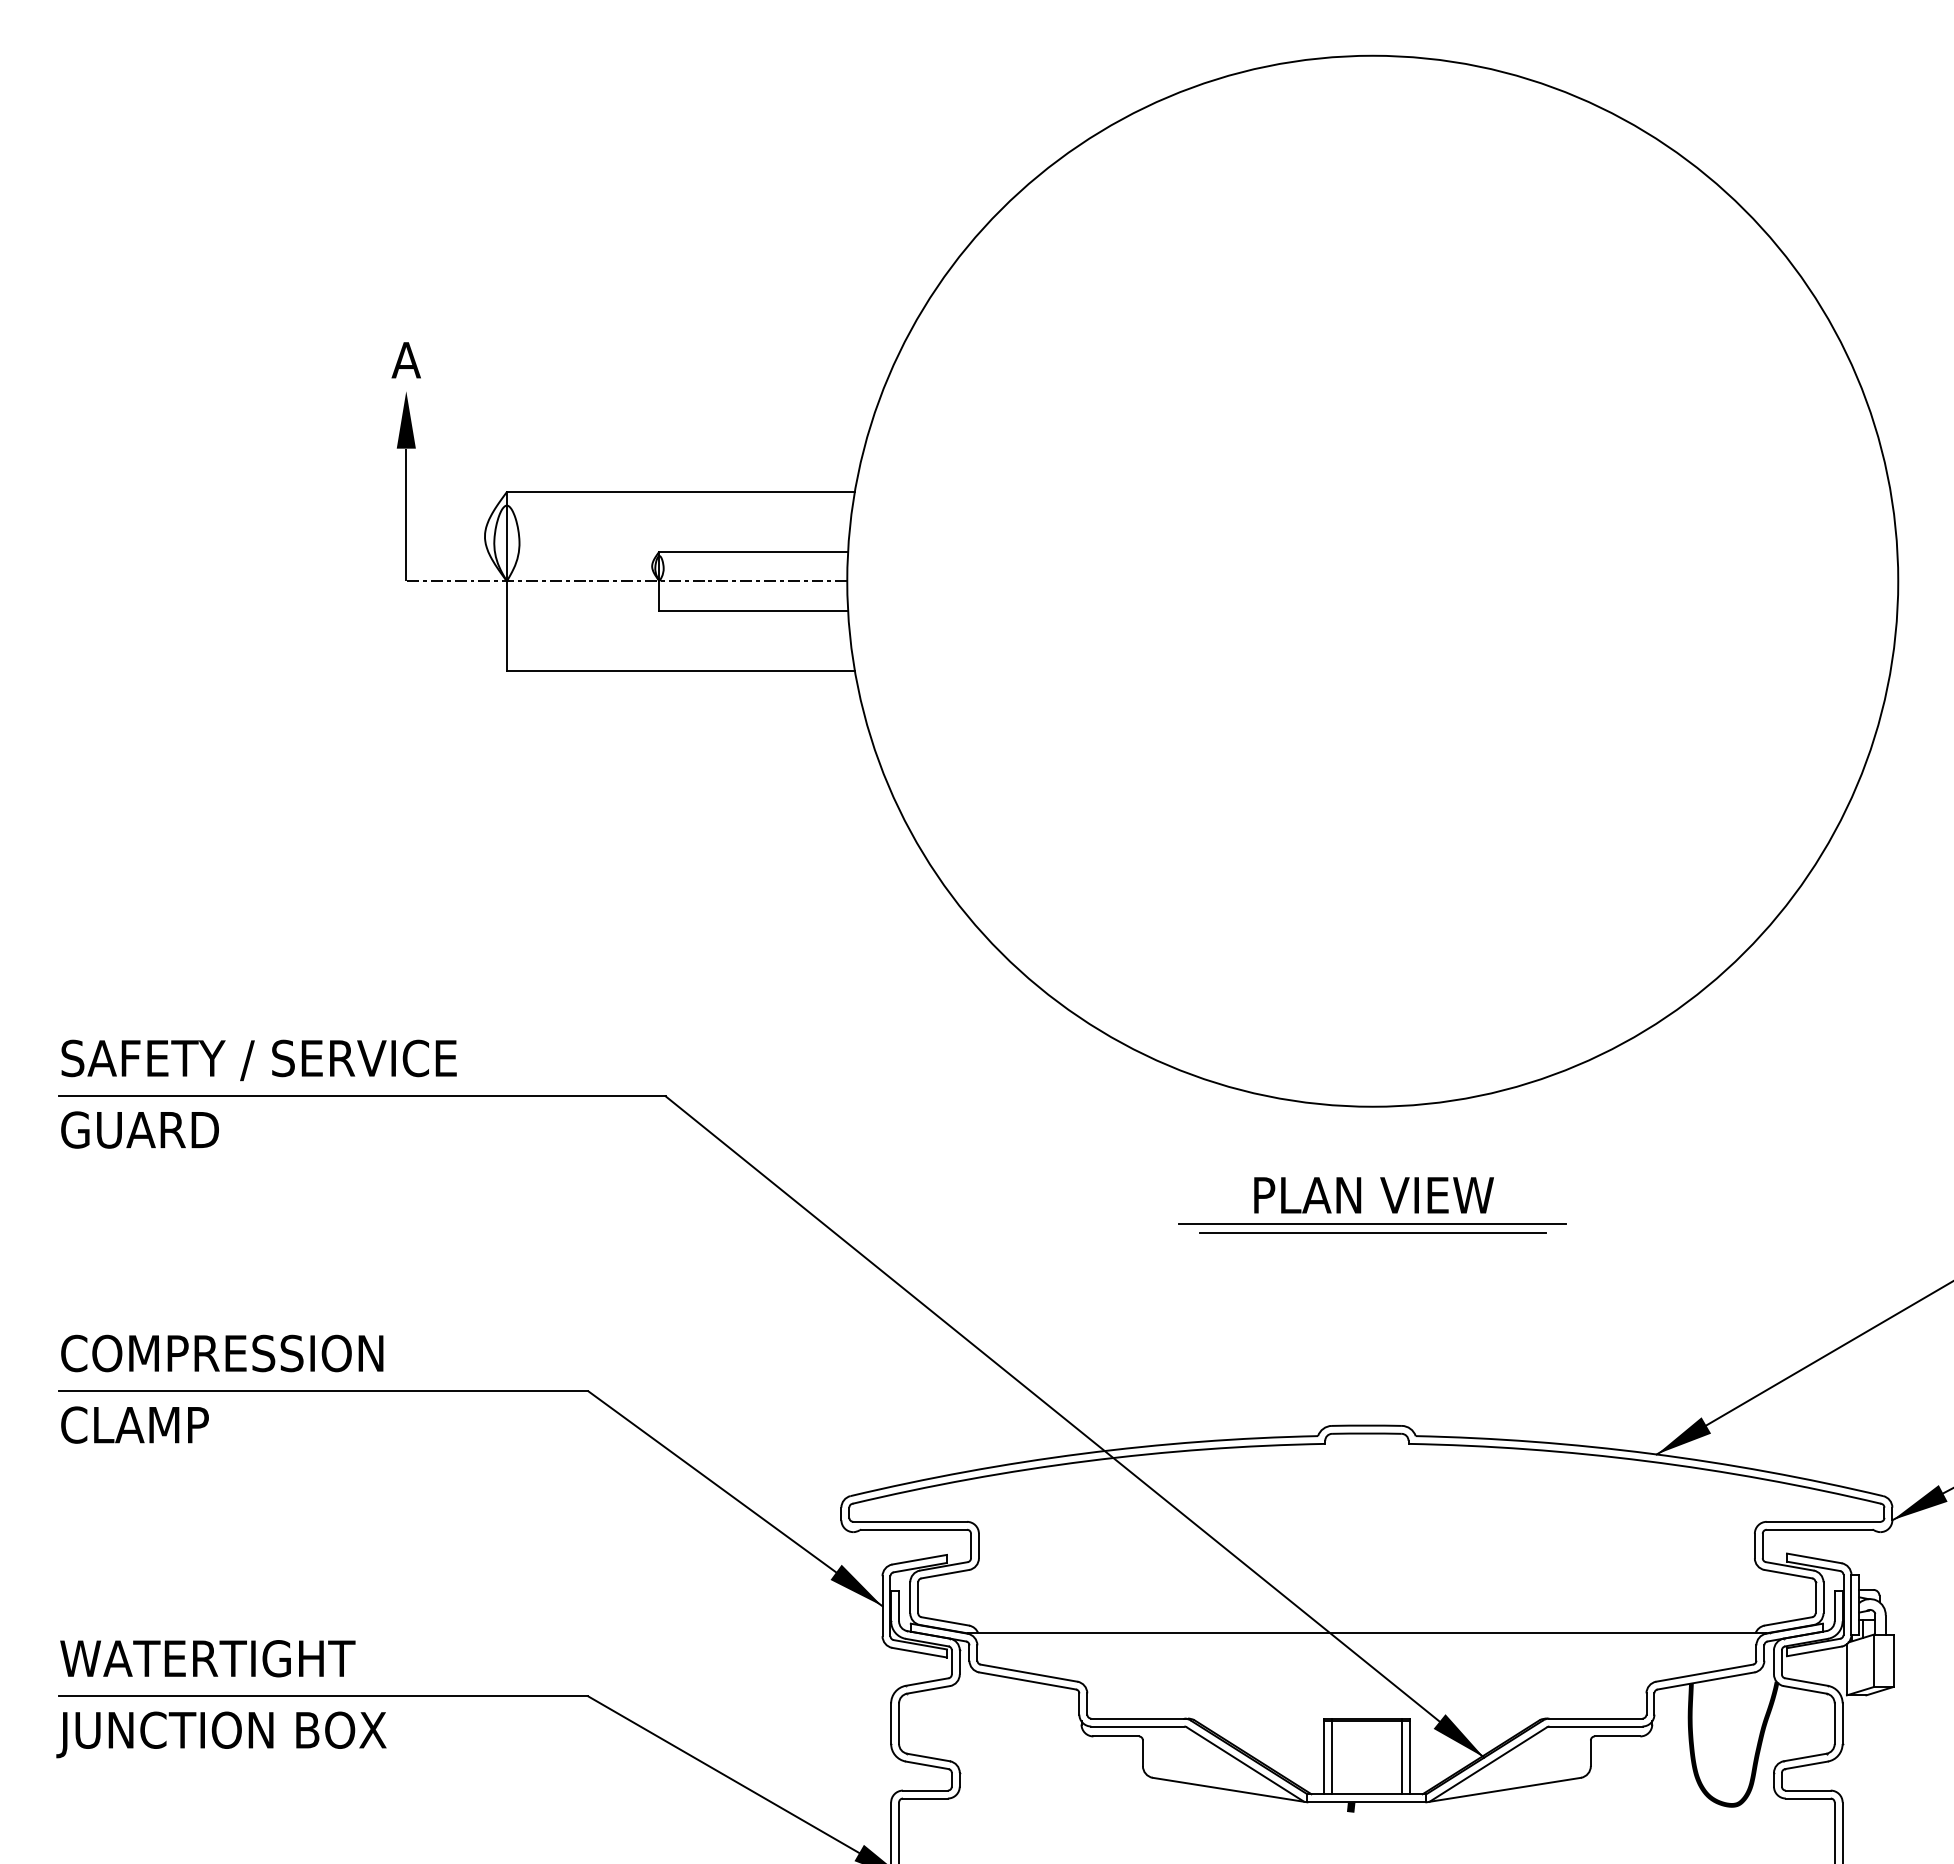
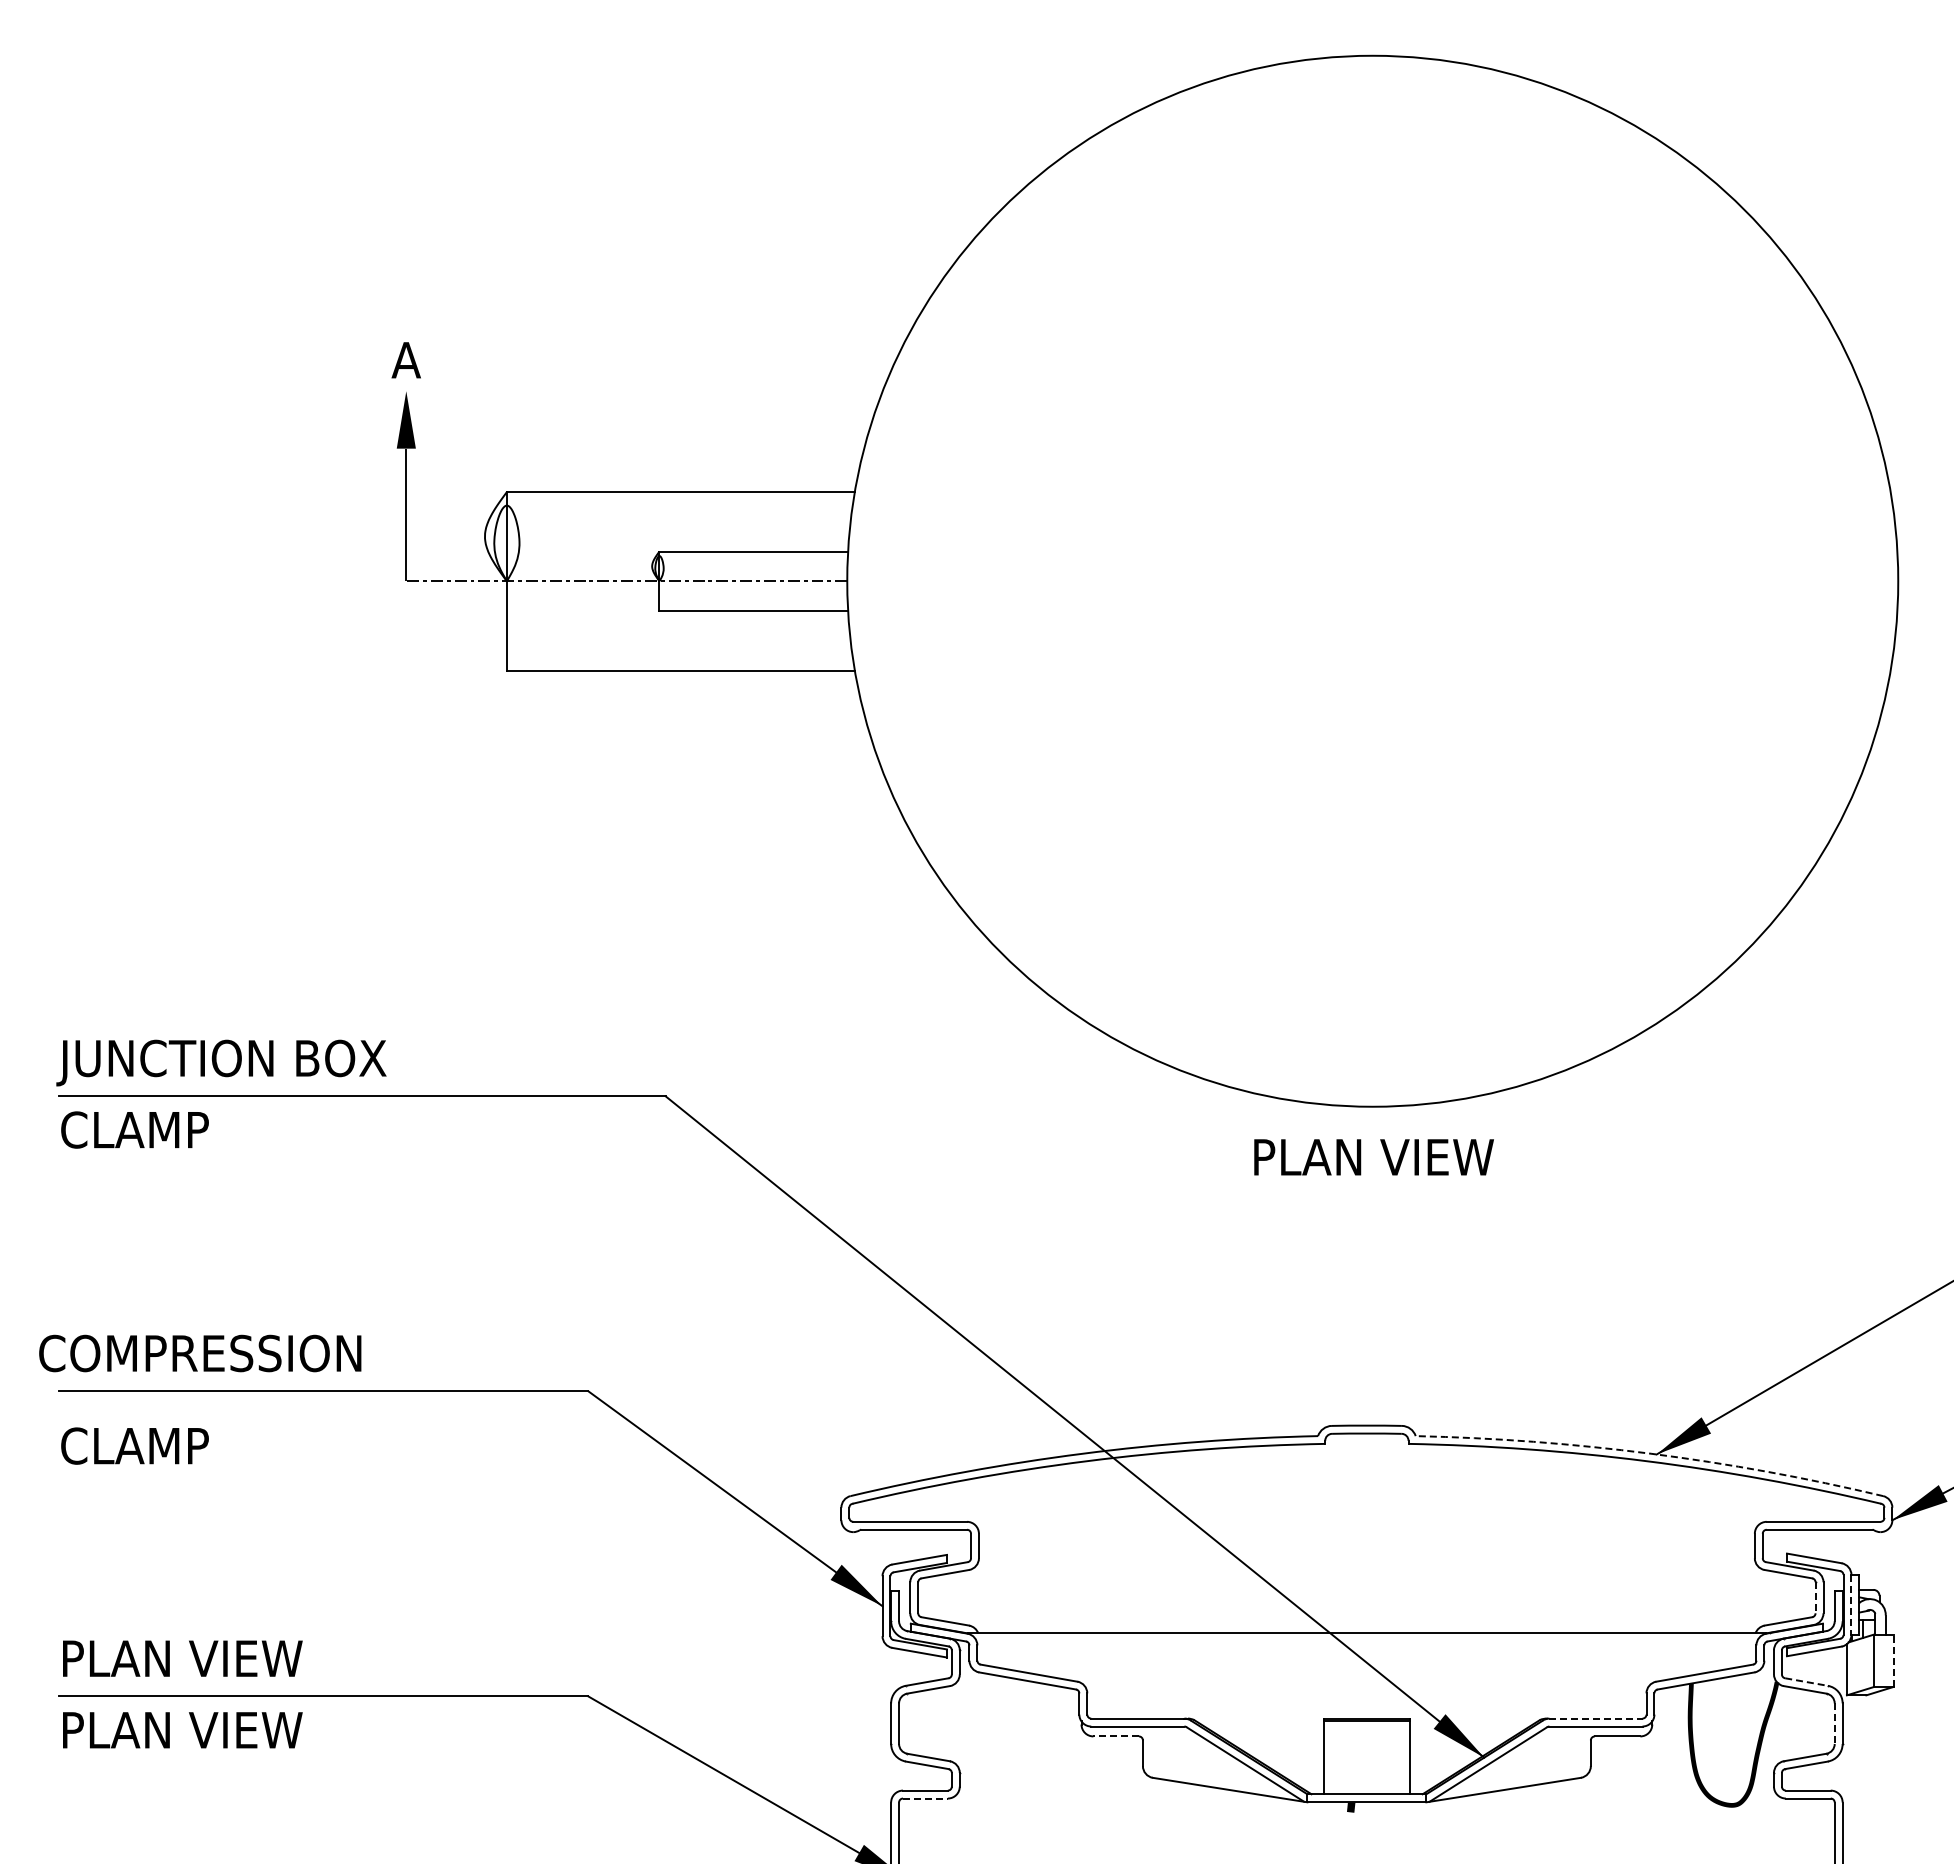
text at (256, 1062): SAFETY / SERVICE -> JUNCTION BOX
text at (148, 1129): GUARD -> CLAMP
text at (1373, 1195) position: (1373, 1195) -> (1373, 1157)
line at (1372, 1223): present -> none
line at (1372, 1232): present -> none
text at (222, 1353) position: (222, 1353) -> (200, 1353)
text at (134, 1424) position: (134, 1424) -> (134, 1445)
arc at (1651, 1453): solid -> dashed
line at (1815, 1597): solid -> dashed
line at (1851, 1604): solid -> dashed
text at (207, 1658): WATERTIGHT -> PLAN VIEW
line at (1893, 1660): solid -> dashed
line at (1806, 1682): solid -> dashed
line at (1595, 1718): solid -> dashed
line at (1834, 1724): solid -> dashed
text at (221, 1734): JUNCTION BOX -> PLAN VIEW
line at (1116, 1736): solid -> dashed
line at (1332, 1756): present -> none
line at (1401, 1756): present -> none
line at (925, 1798): solid -> dashed
